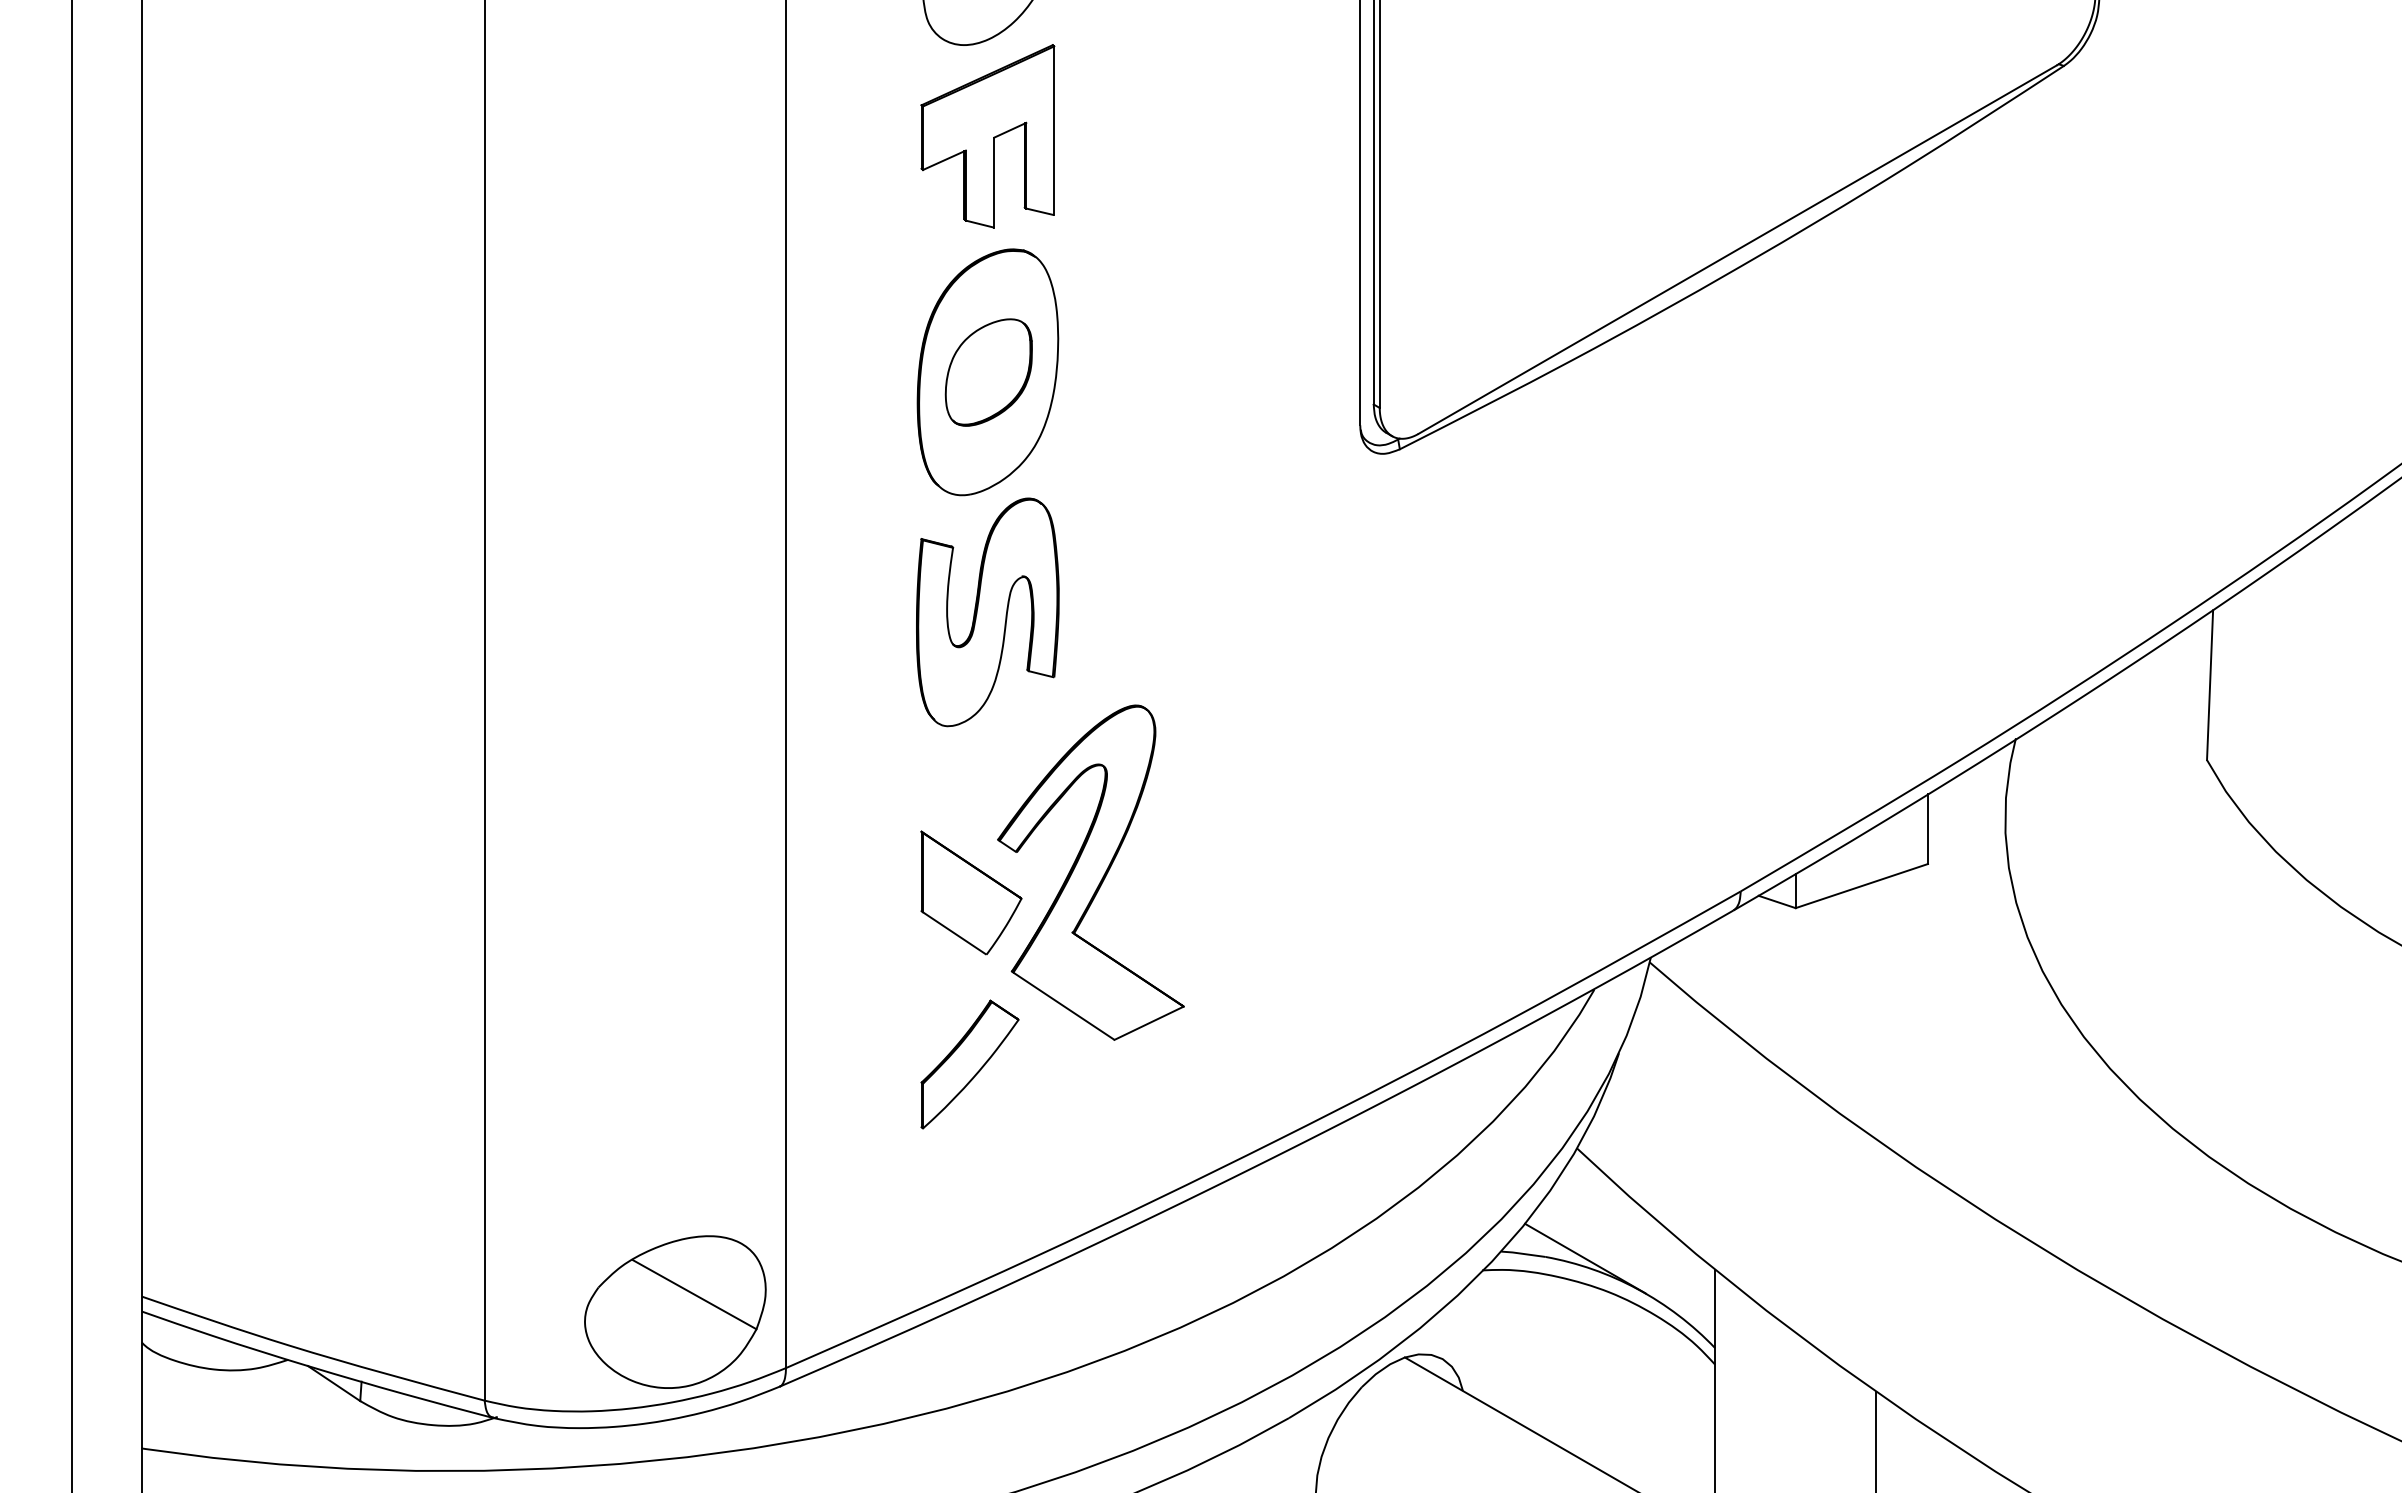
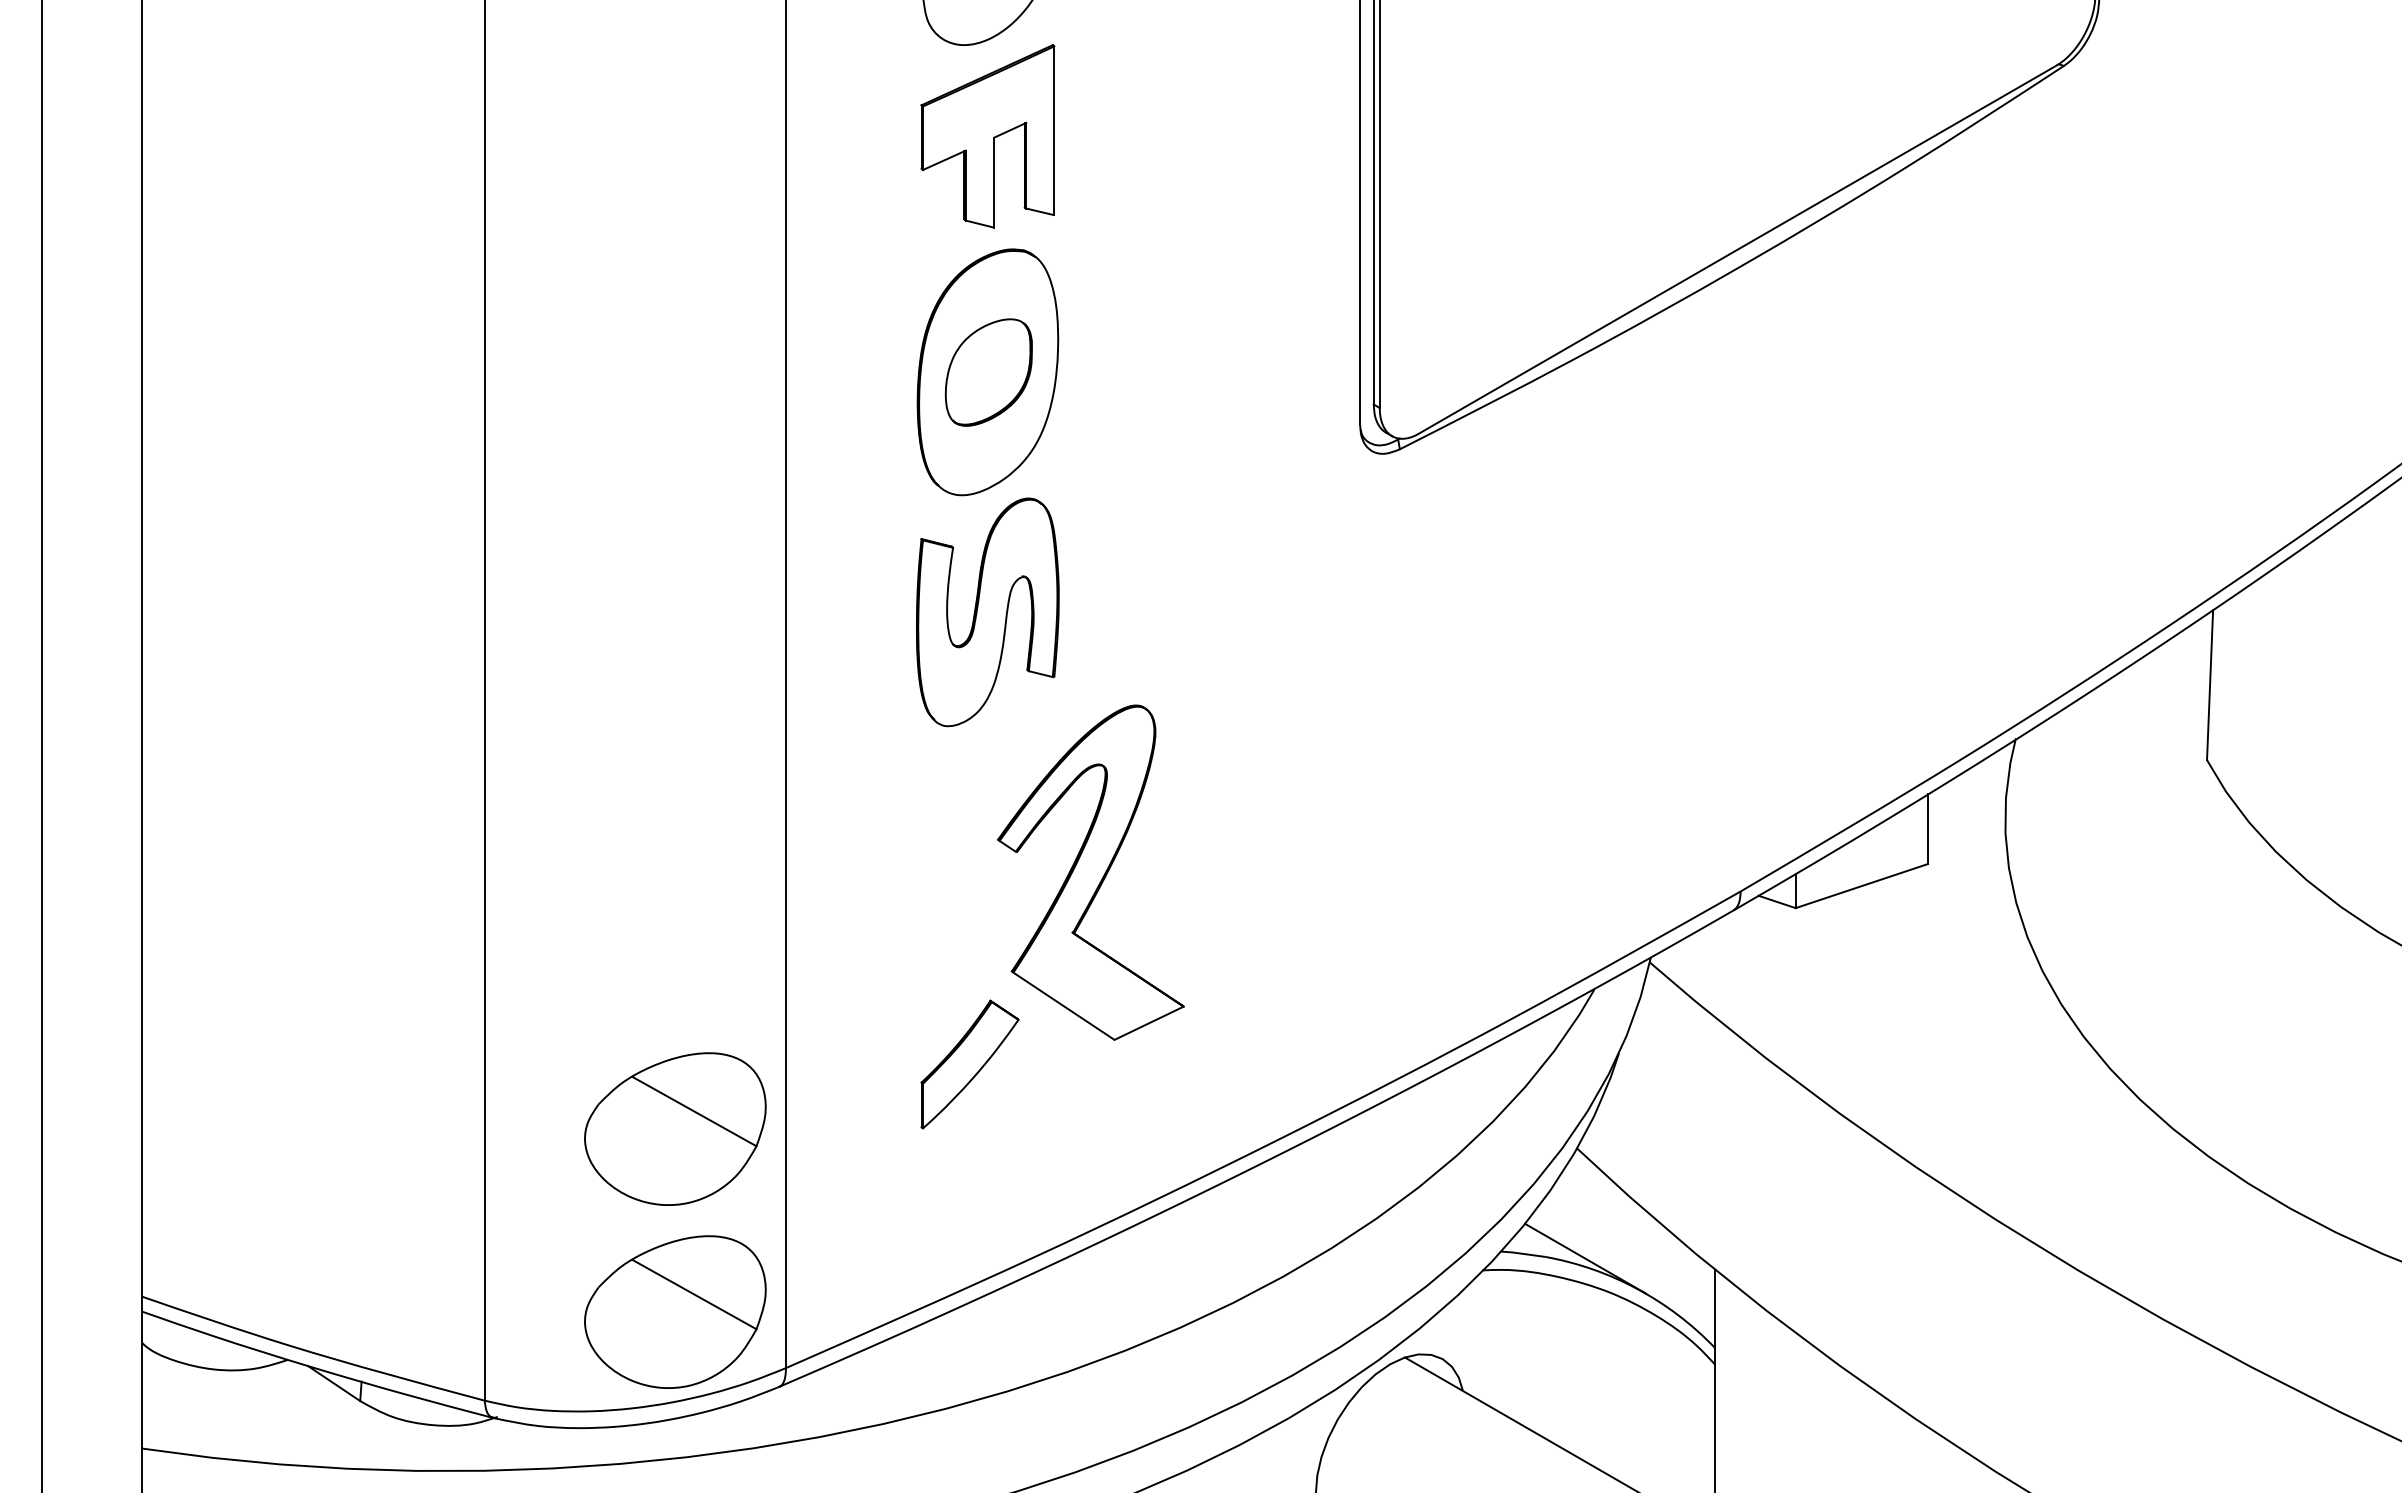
line at (72, 745) position: (72, 745) -> (42, 745)
part at (971, 892): present -> none
part at (675, 1128): none -> present
line at (1876, 1440): present -> none
